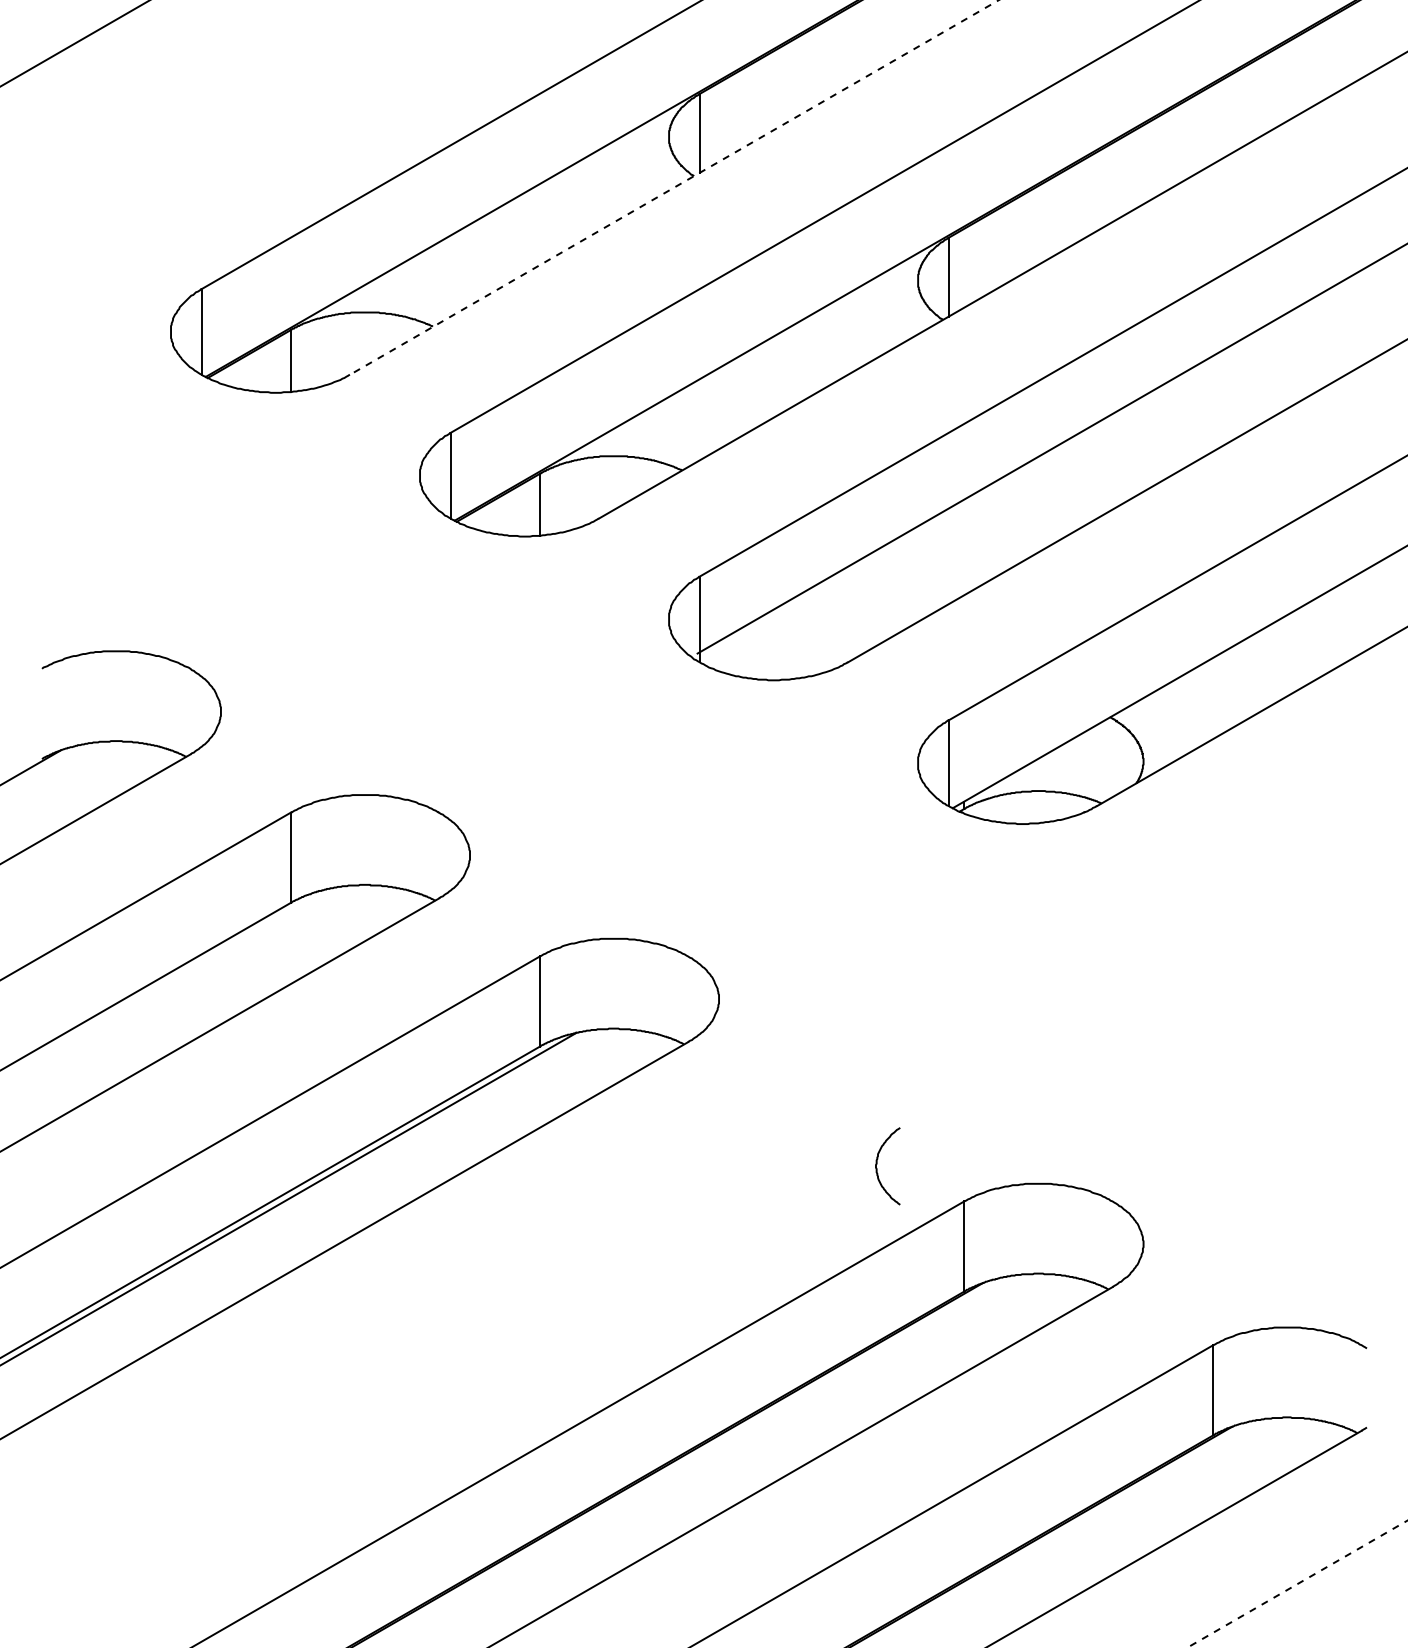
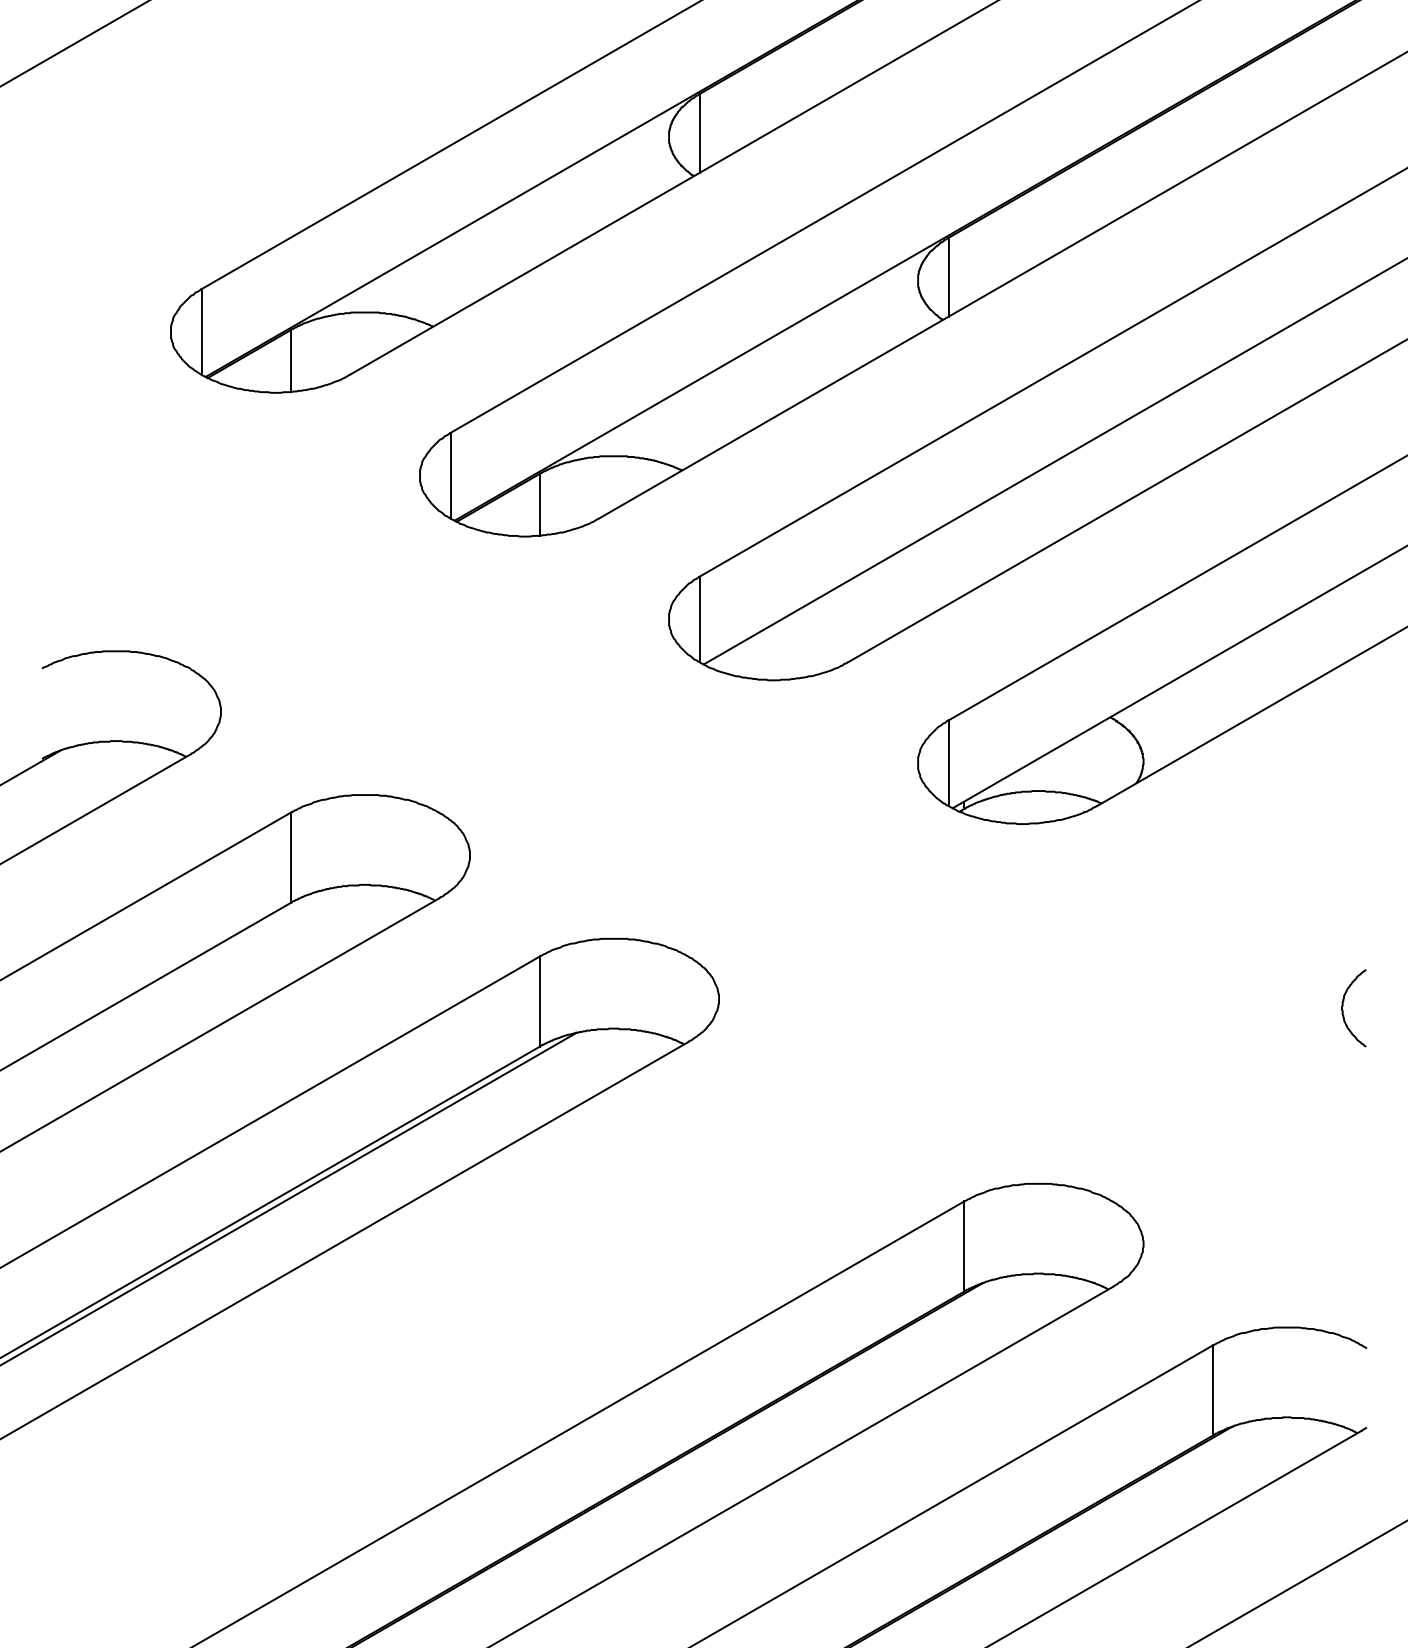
line at (673, 187): dashed -> solid
line at (1050, 449) position: (1050, 449) -> (1053, 461)
curve at (877, 1164) position: (877, 1164) -> (1343, 1006)
line at (1297, 1583): dashed -> solid
